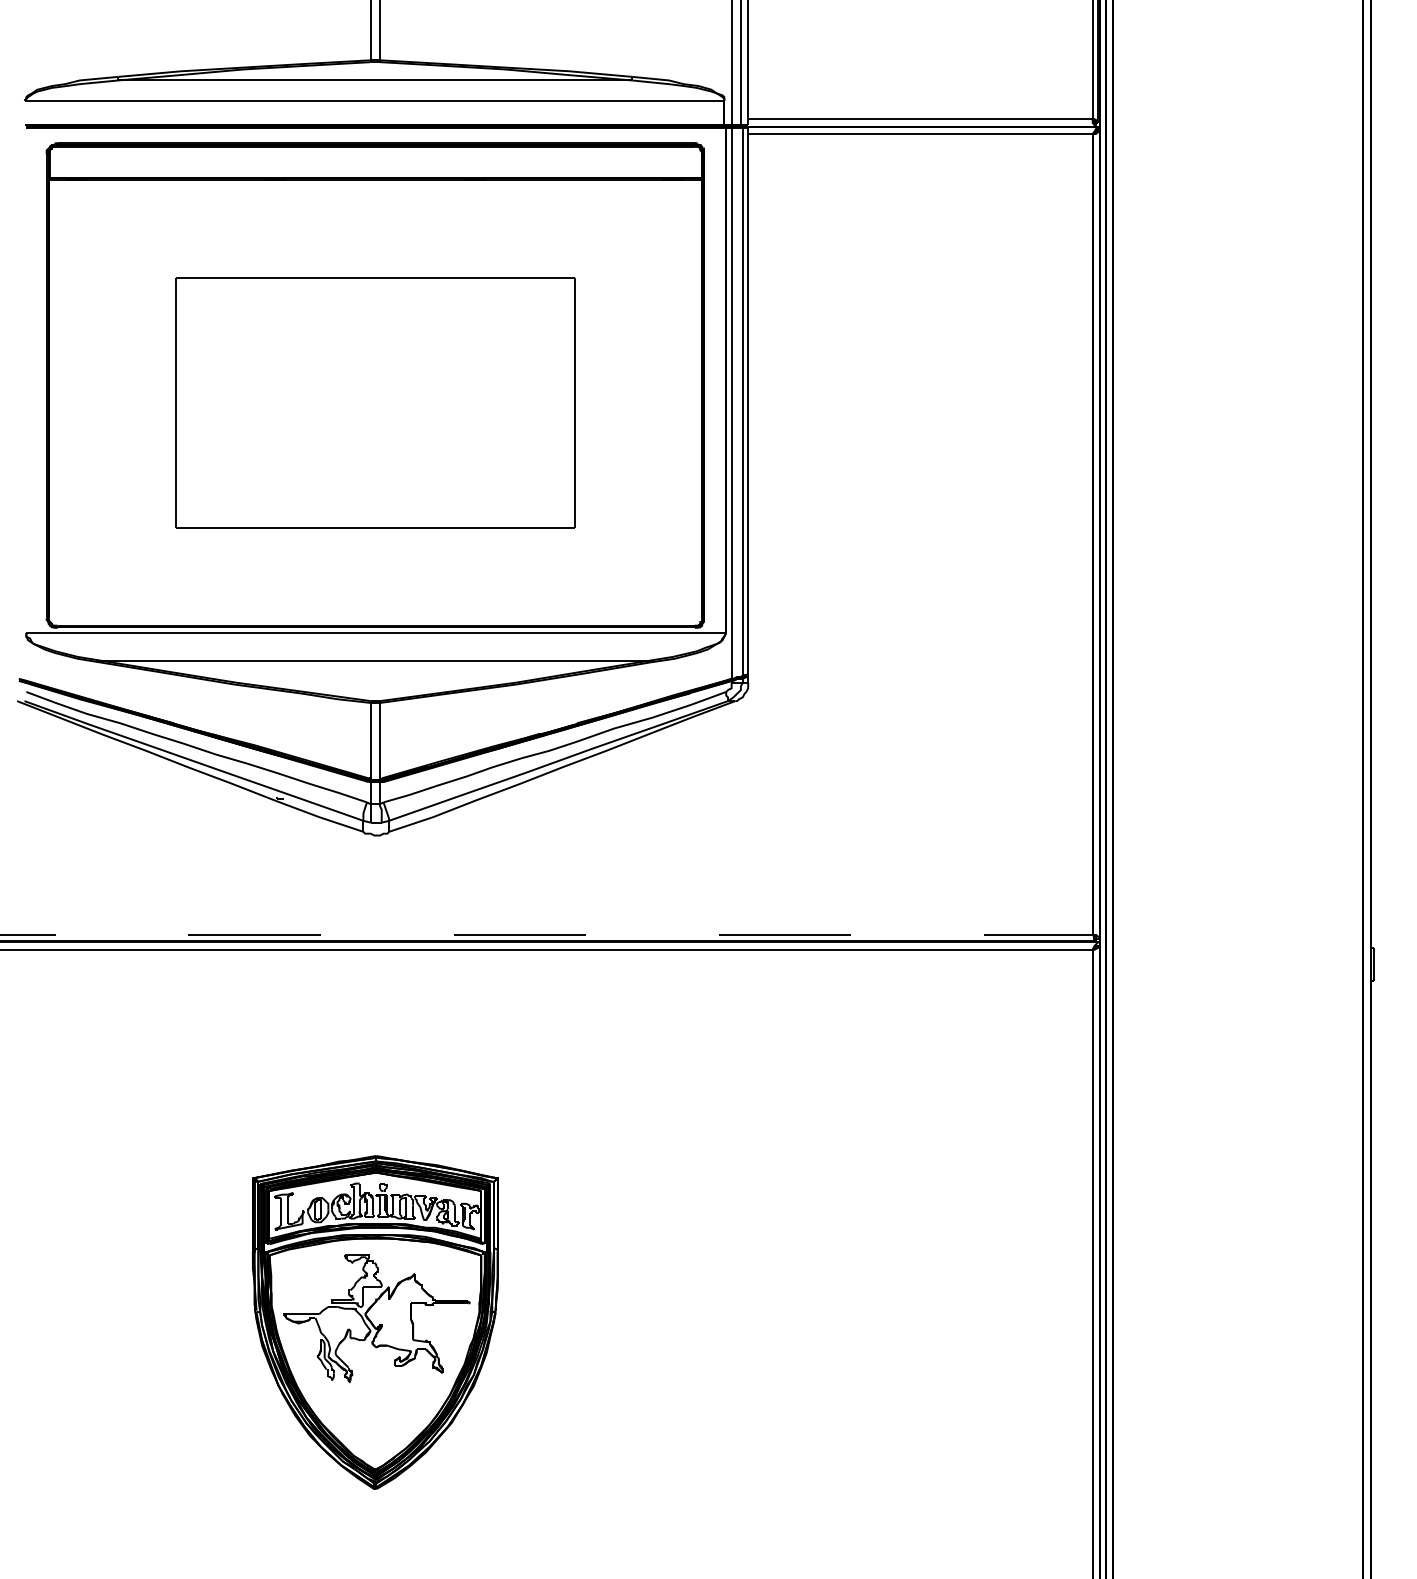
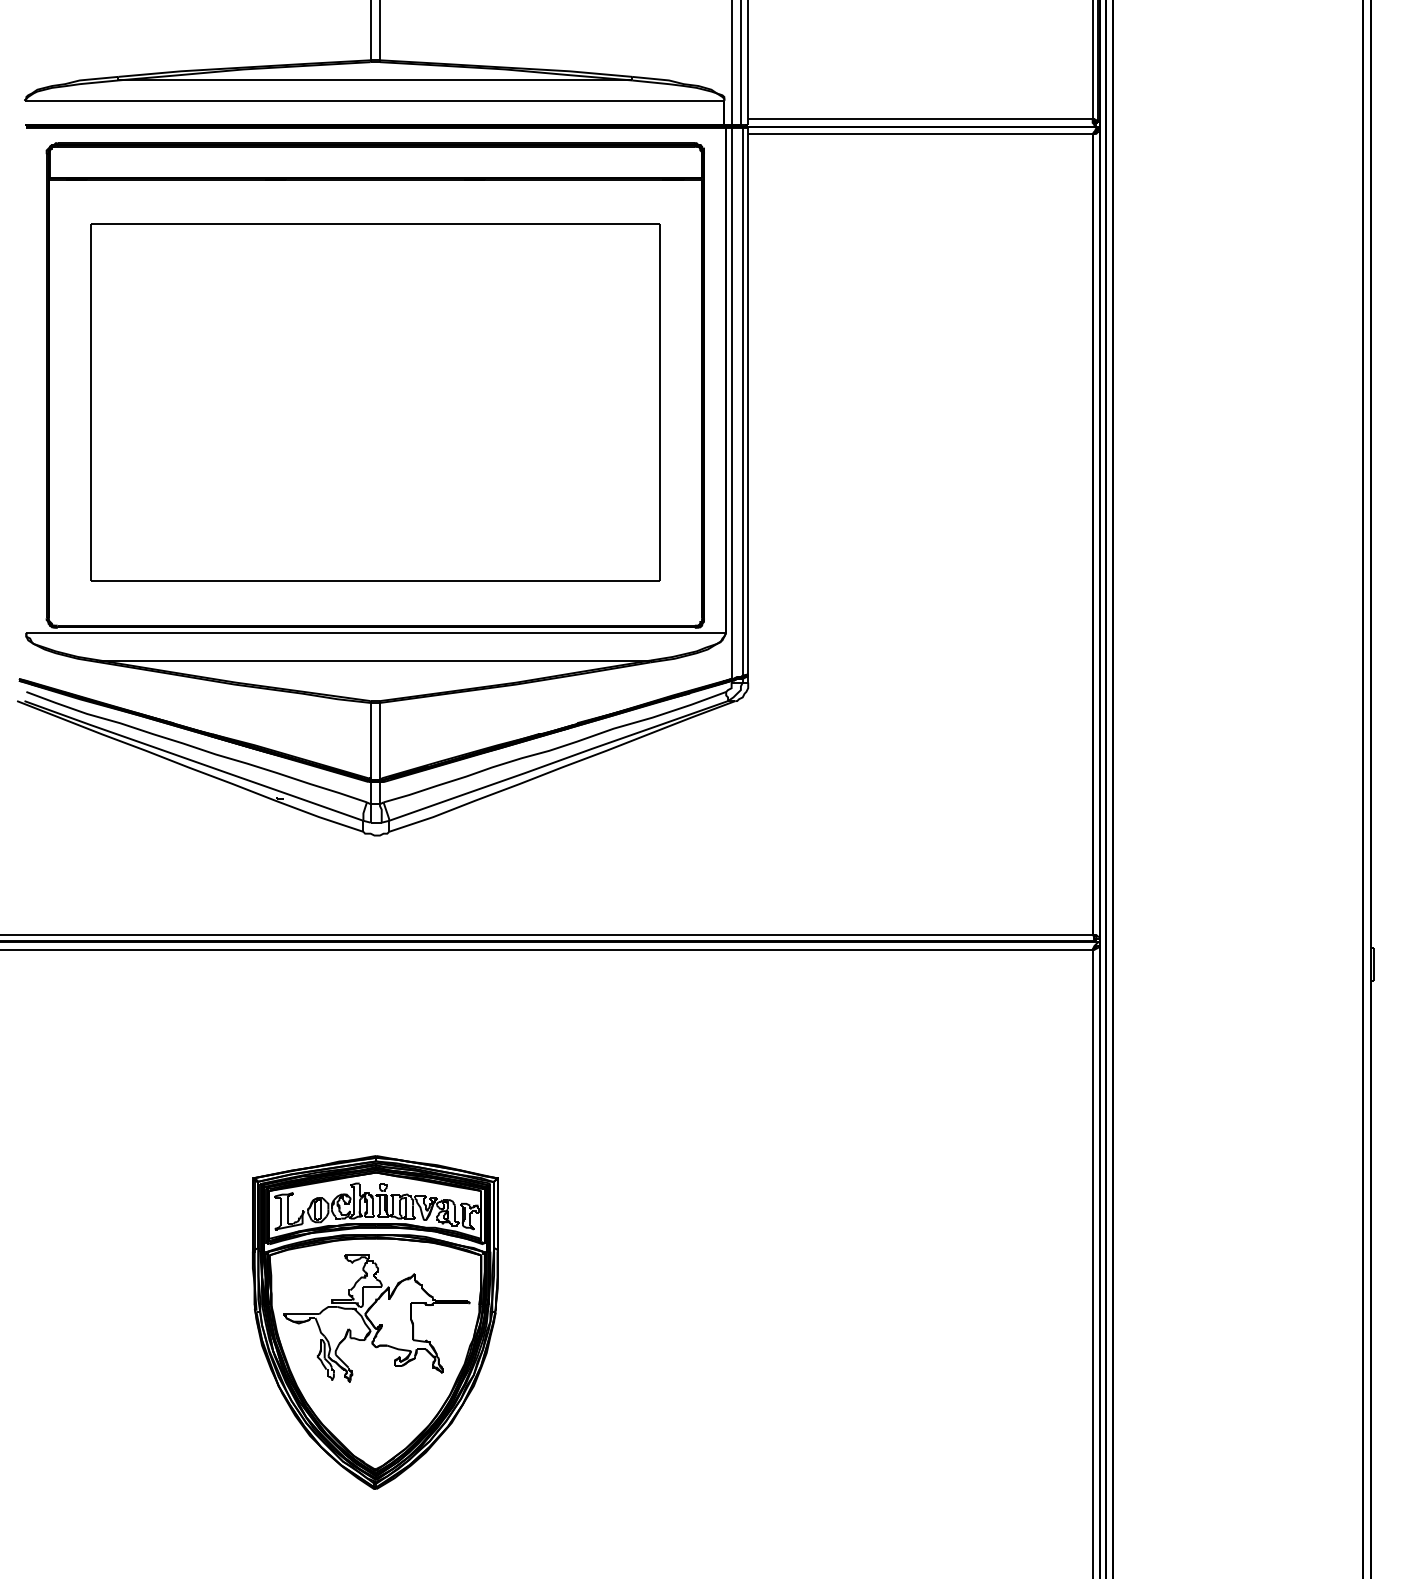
part at (375, 402) size: 401x252 px -> 571x359 px
line at (546, 934): dashed -> solid
